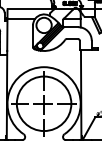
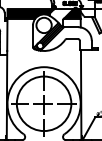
fill at (30, 13): none -> present
fill at (72, 13): none -> present
